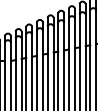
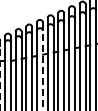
line at (42, 70): solid -> dashed
line at (0, 78): solid -> dashed
